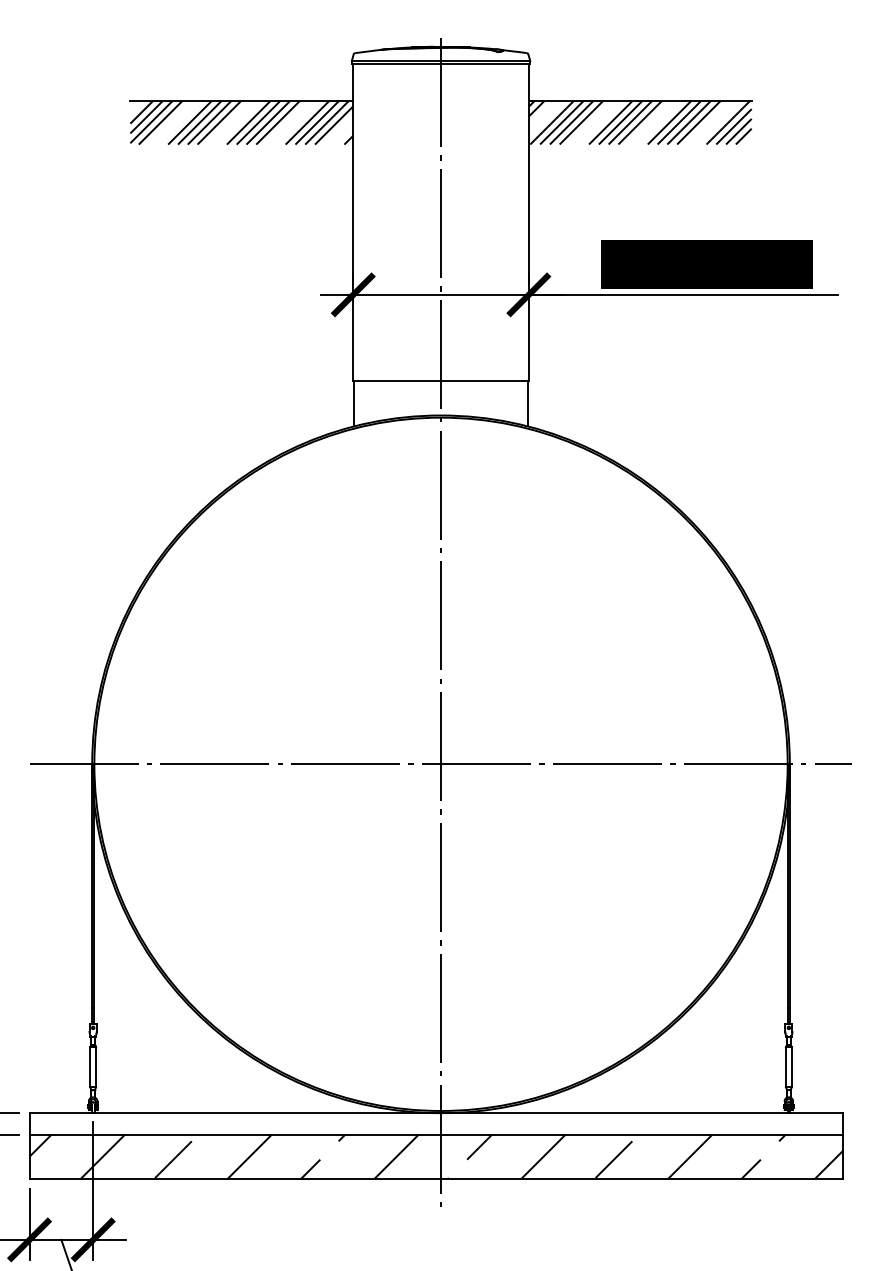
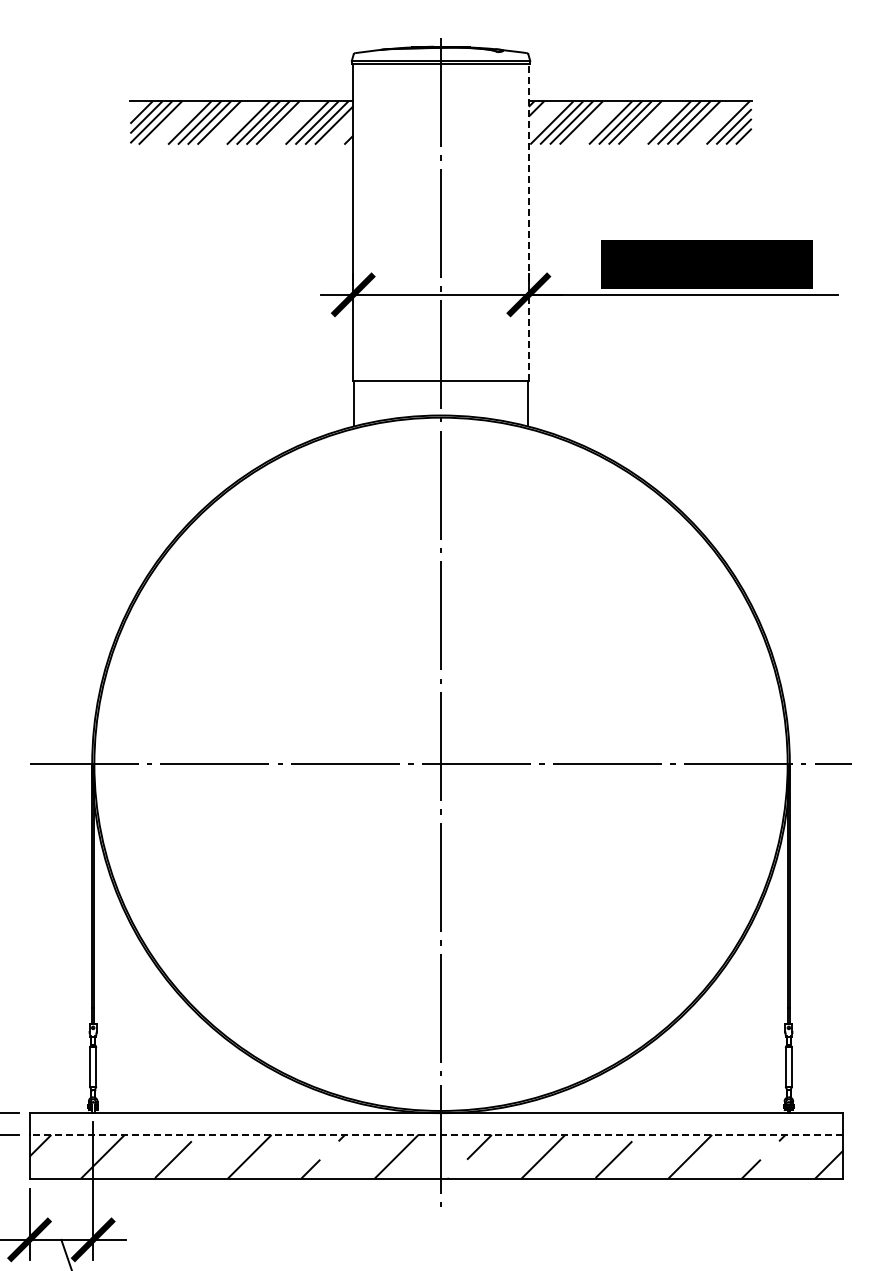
line at (528, 221): solid -> dashed
line at (436, 1134): solid -> dashed
